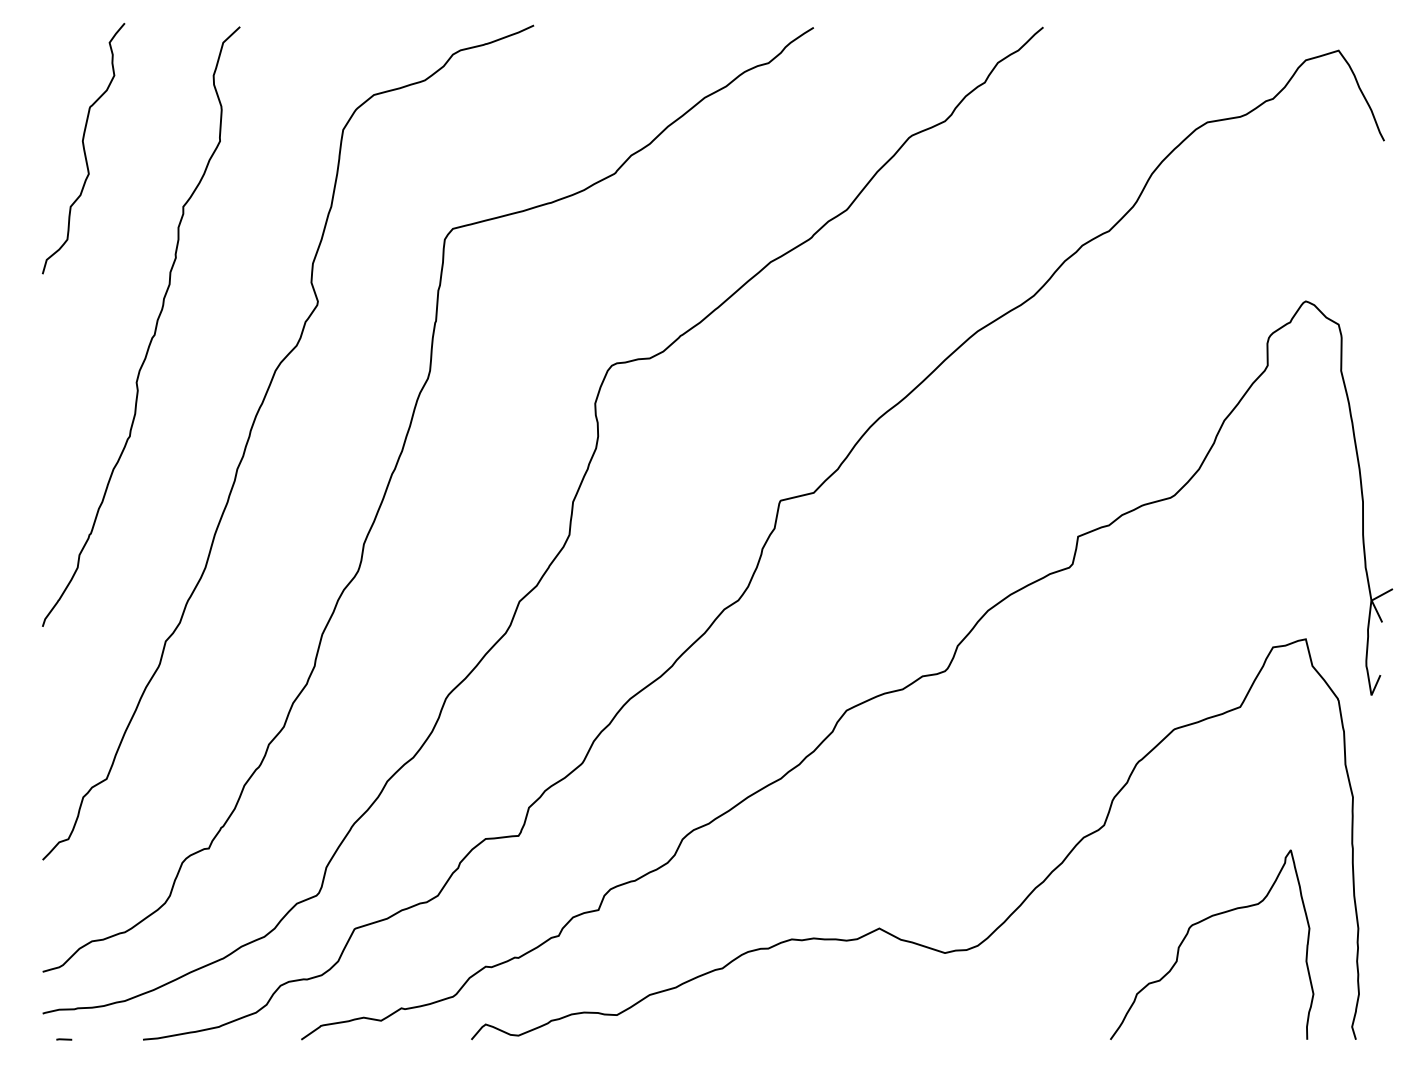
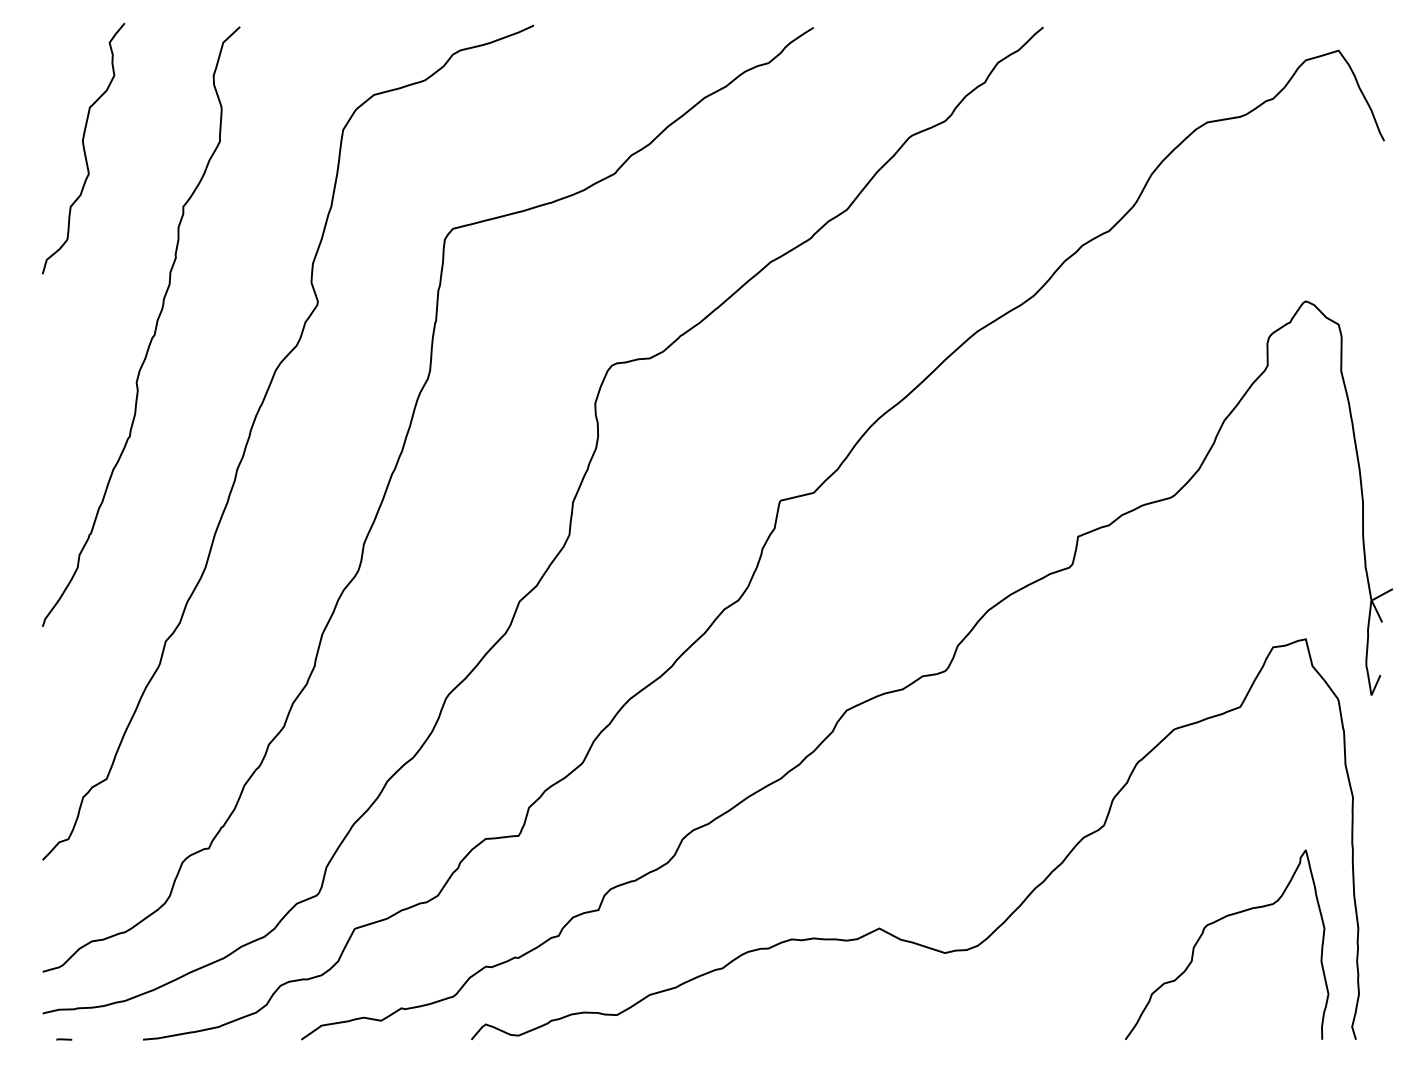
curve at (1201, 922) position: (1201, 922) -> (1216, 922)
